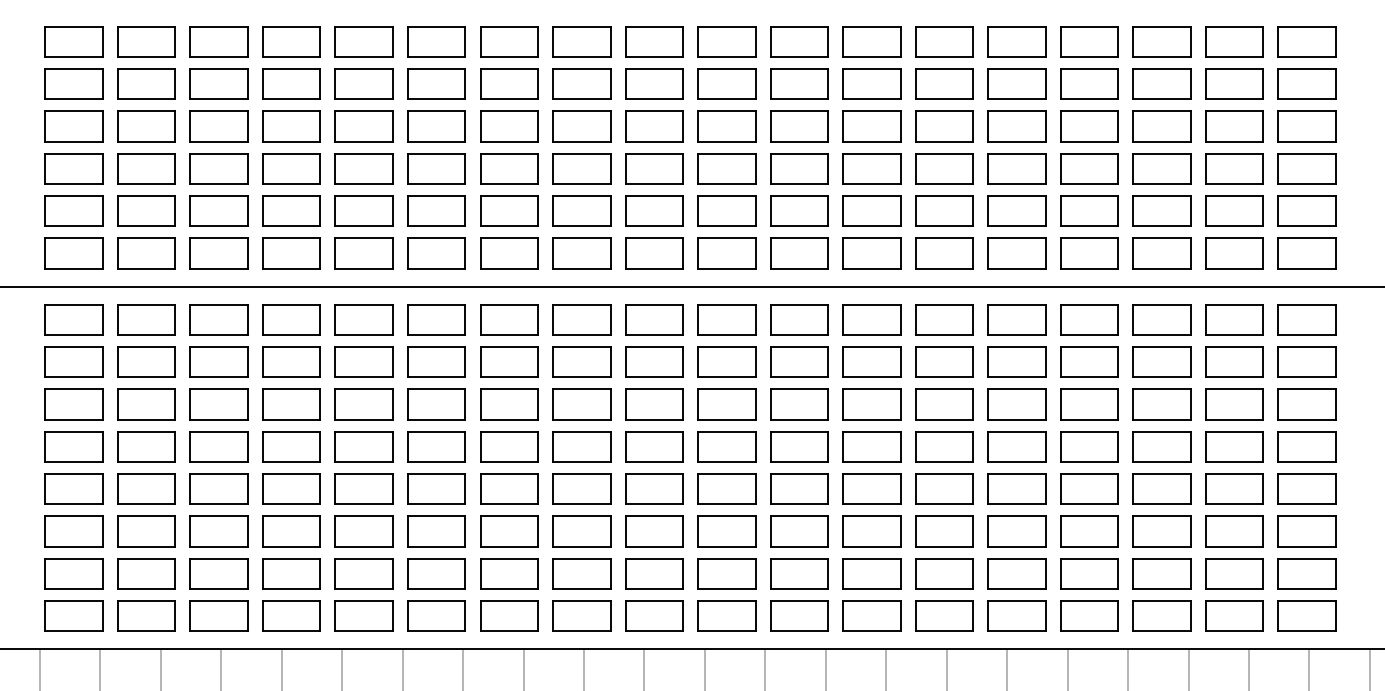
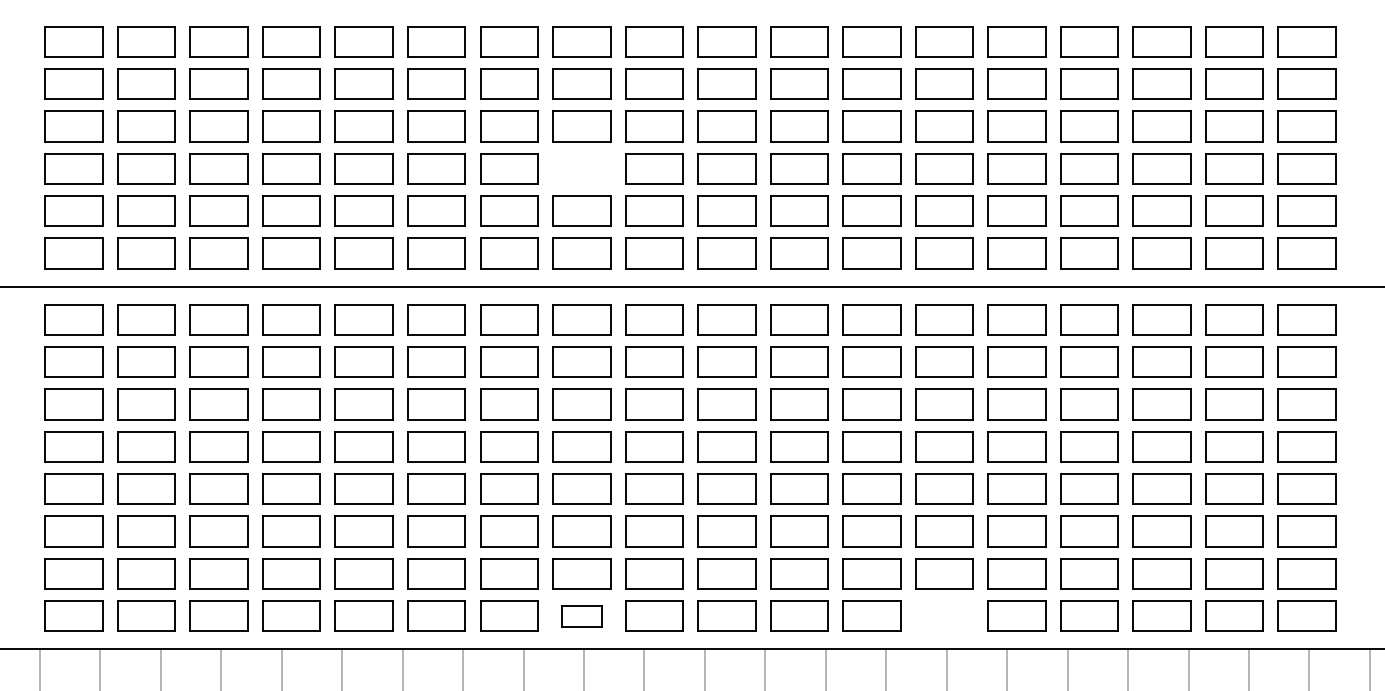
part at (581, 168): present -> none
part at (581, 615) size: 60x32 px -> 42x23 px
part at (944, 615): present -> none
